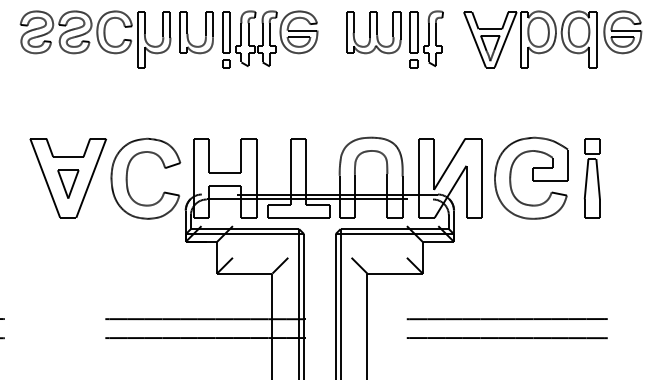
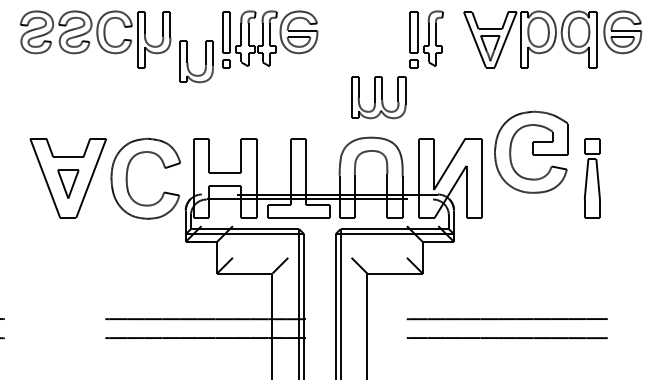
part at (373, 32) position: (373, 32) -> (378, 97)
part at (188, 34) position: (188, 34) -> (188, 63)
part at (531, 177) position: (531, 177) -> (531, 151)
